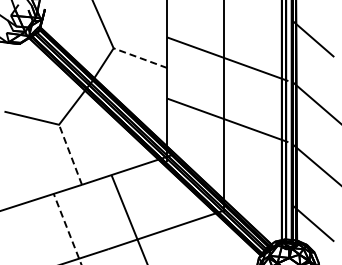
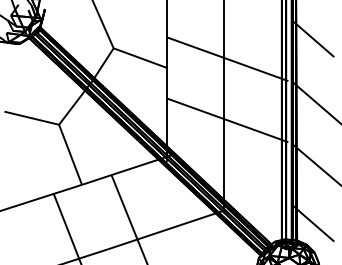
line at (139, 58): dashed -> solid
line at (70, 154): dashed -> solid
line at (67, 228): dashed -> solid
